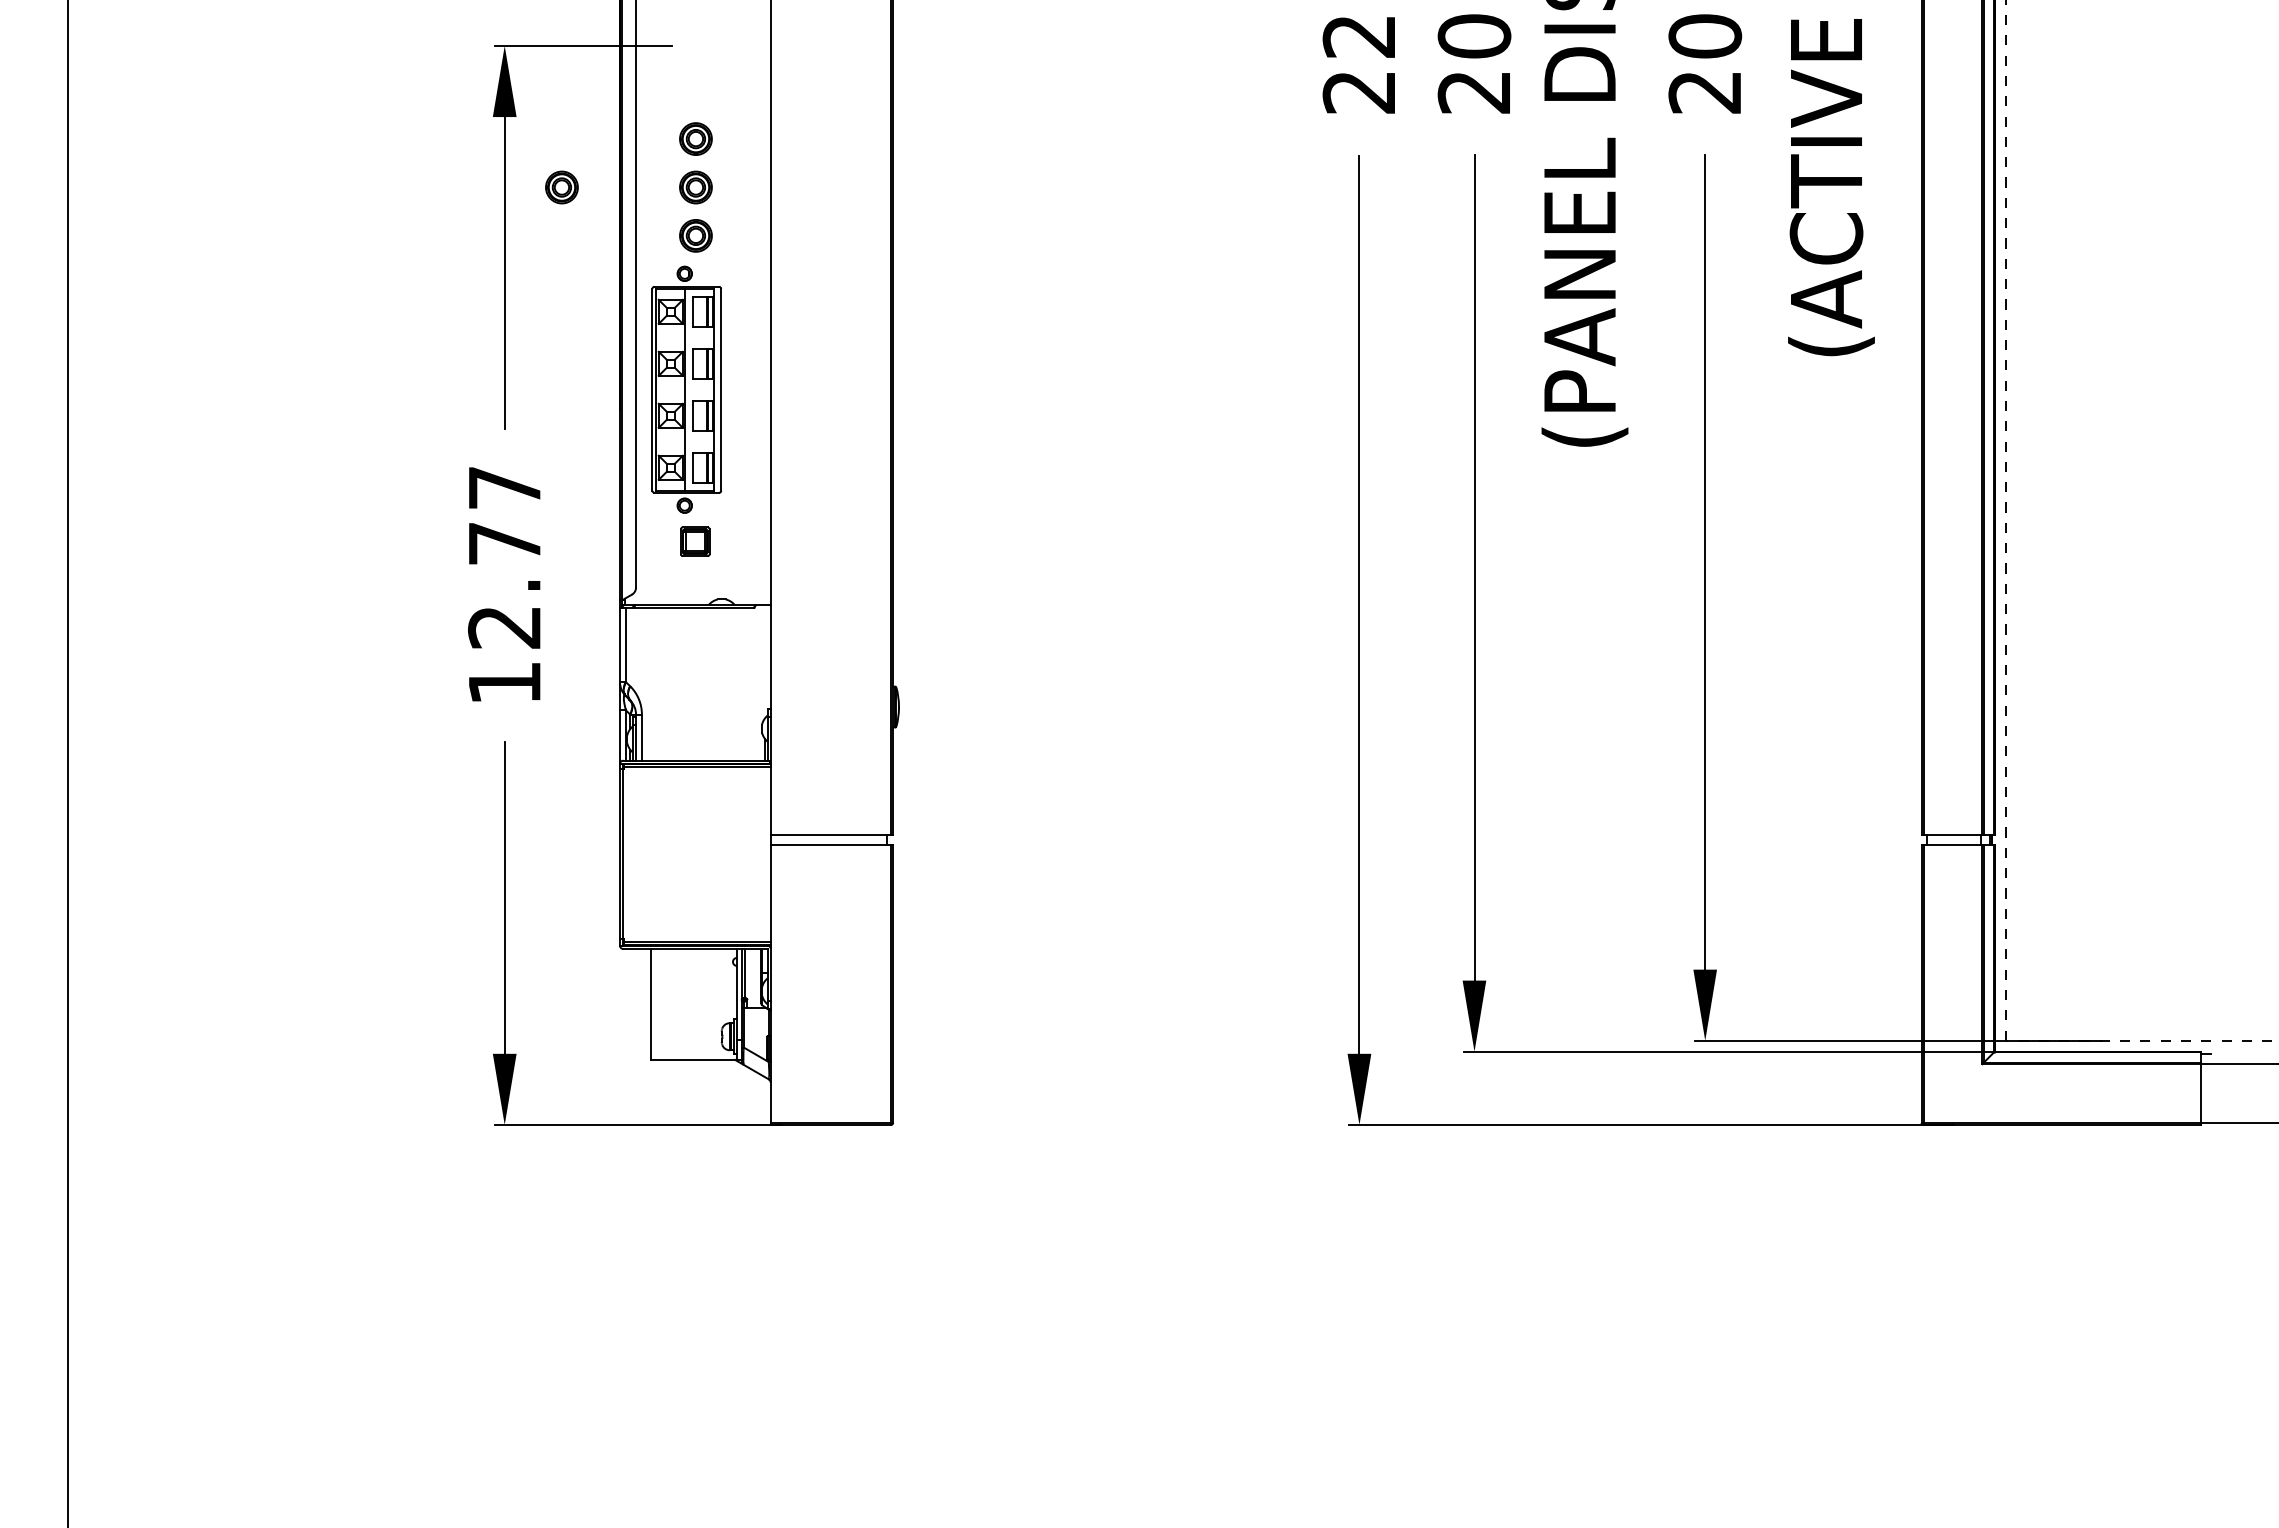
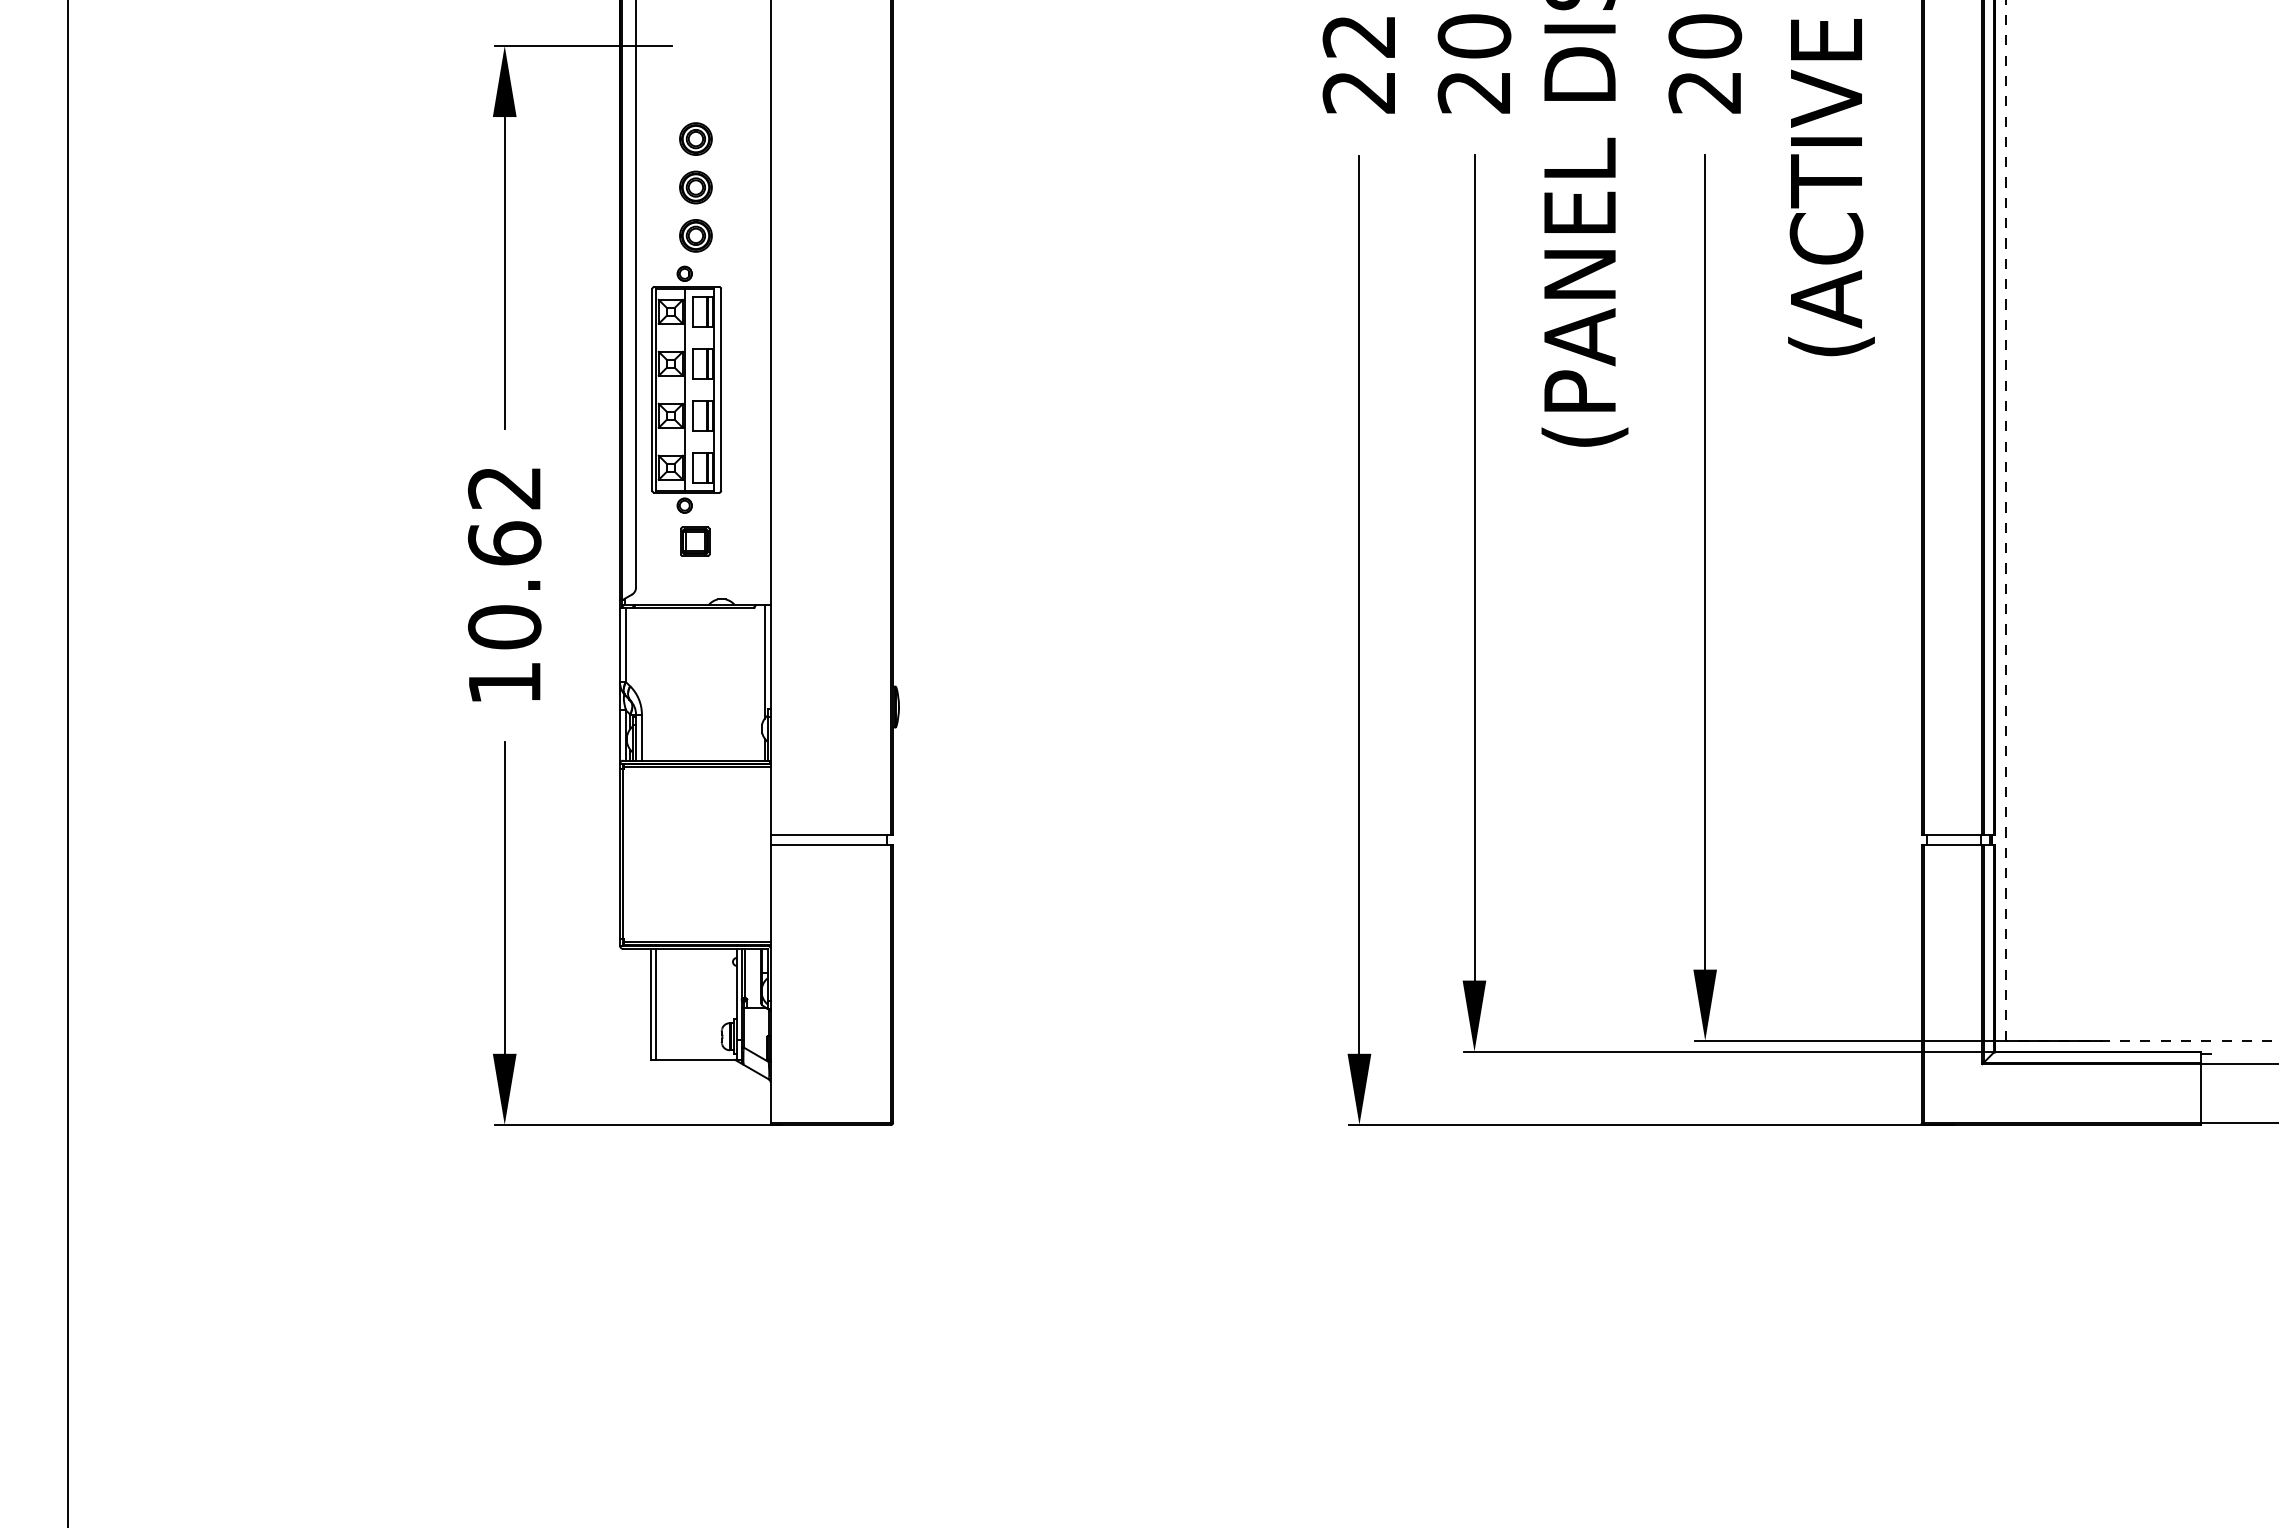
part at (561, 187): present -> none
text at (504, 558): 12.77 -> 10.62
line at (764, 661): none -> present
line at (655, 1003): none -> present
